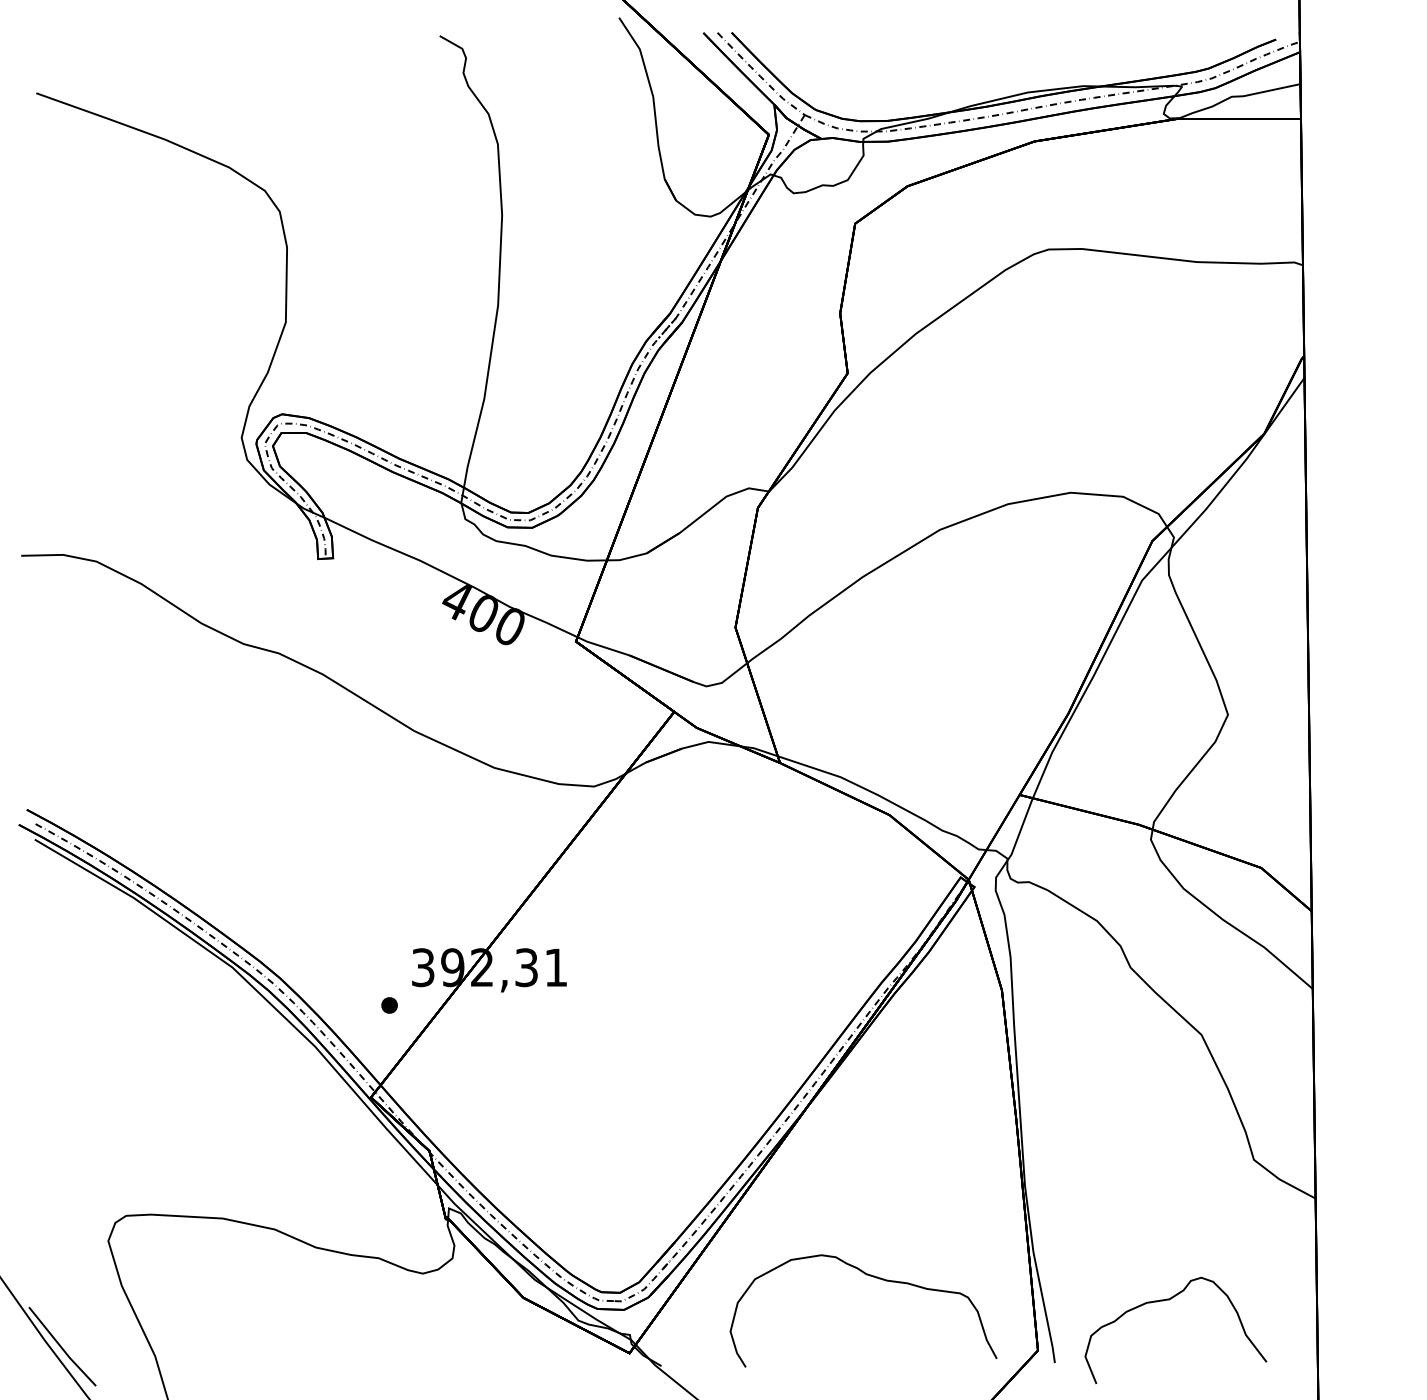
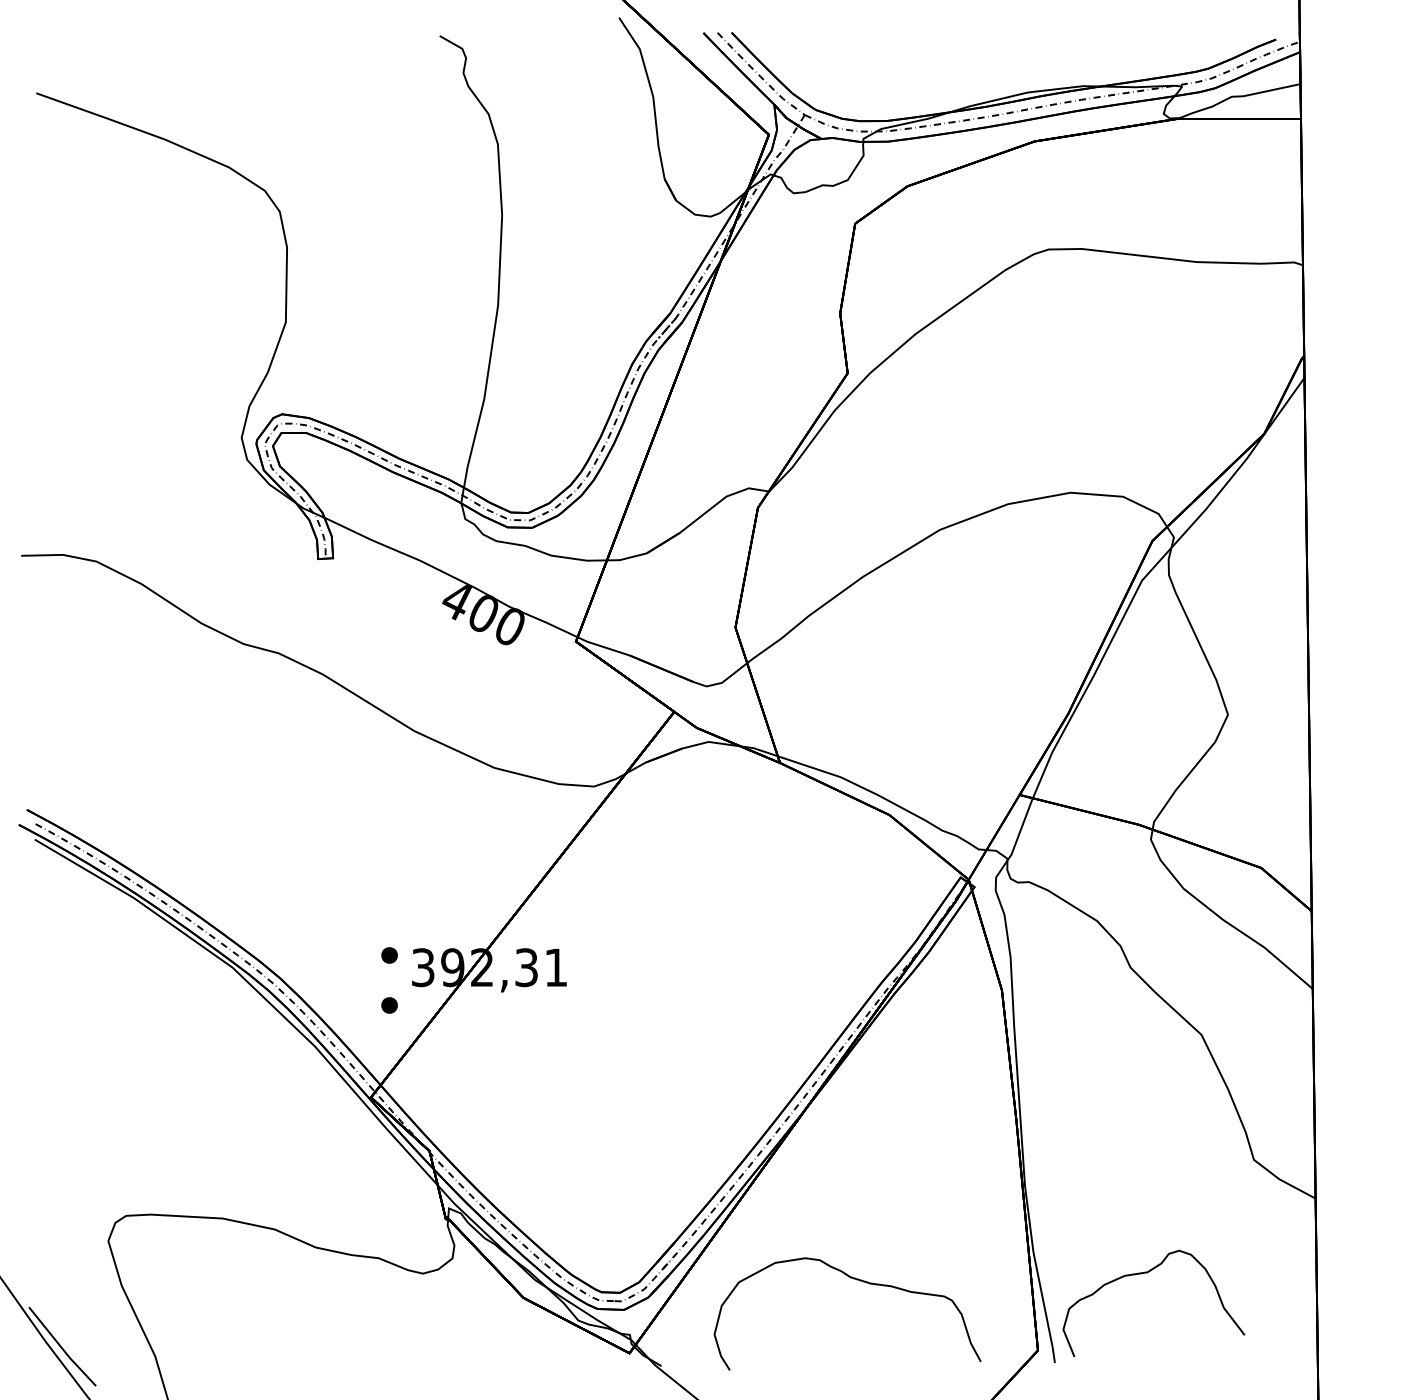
part at (389, 955): none -> present
curve at (873, 1277) position: (873, 1277) -> (857, 1280)
curve at (1169, 1300) position: (1169, 1300) -> (1147, 1273)
